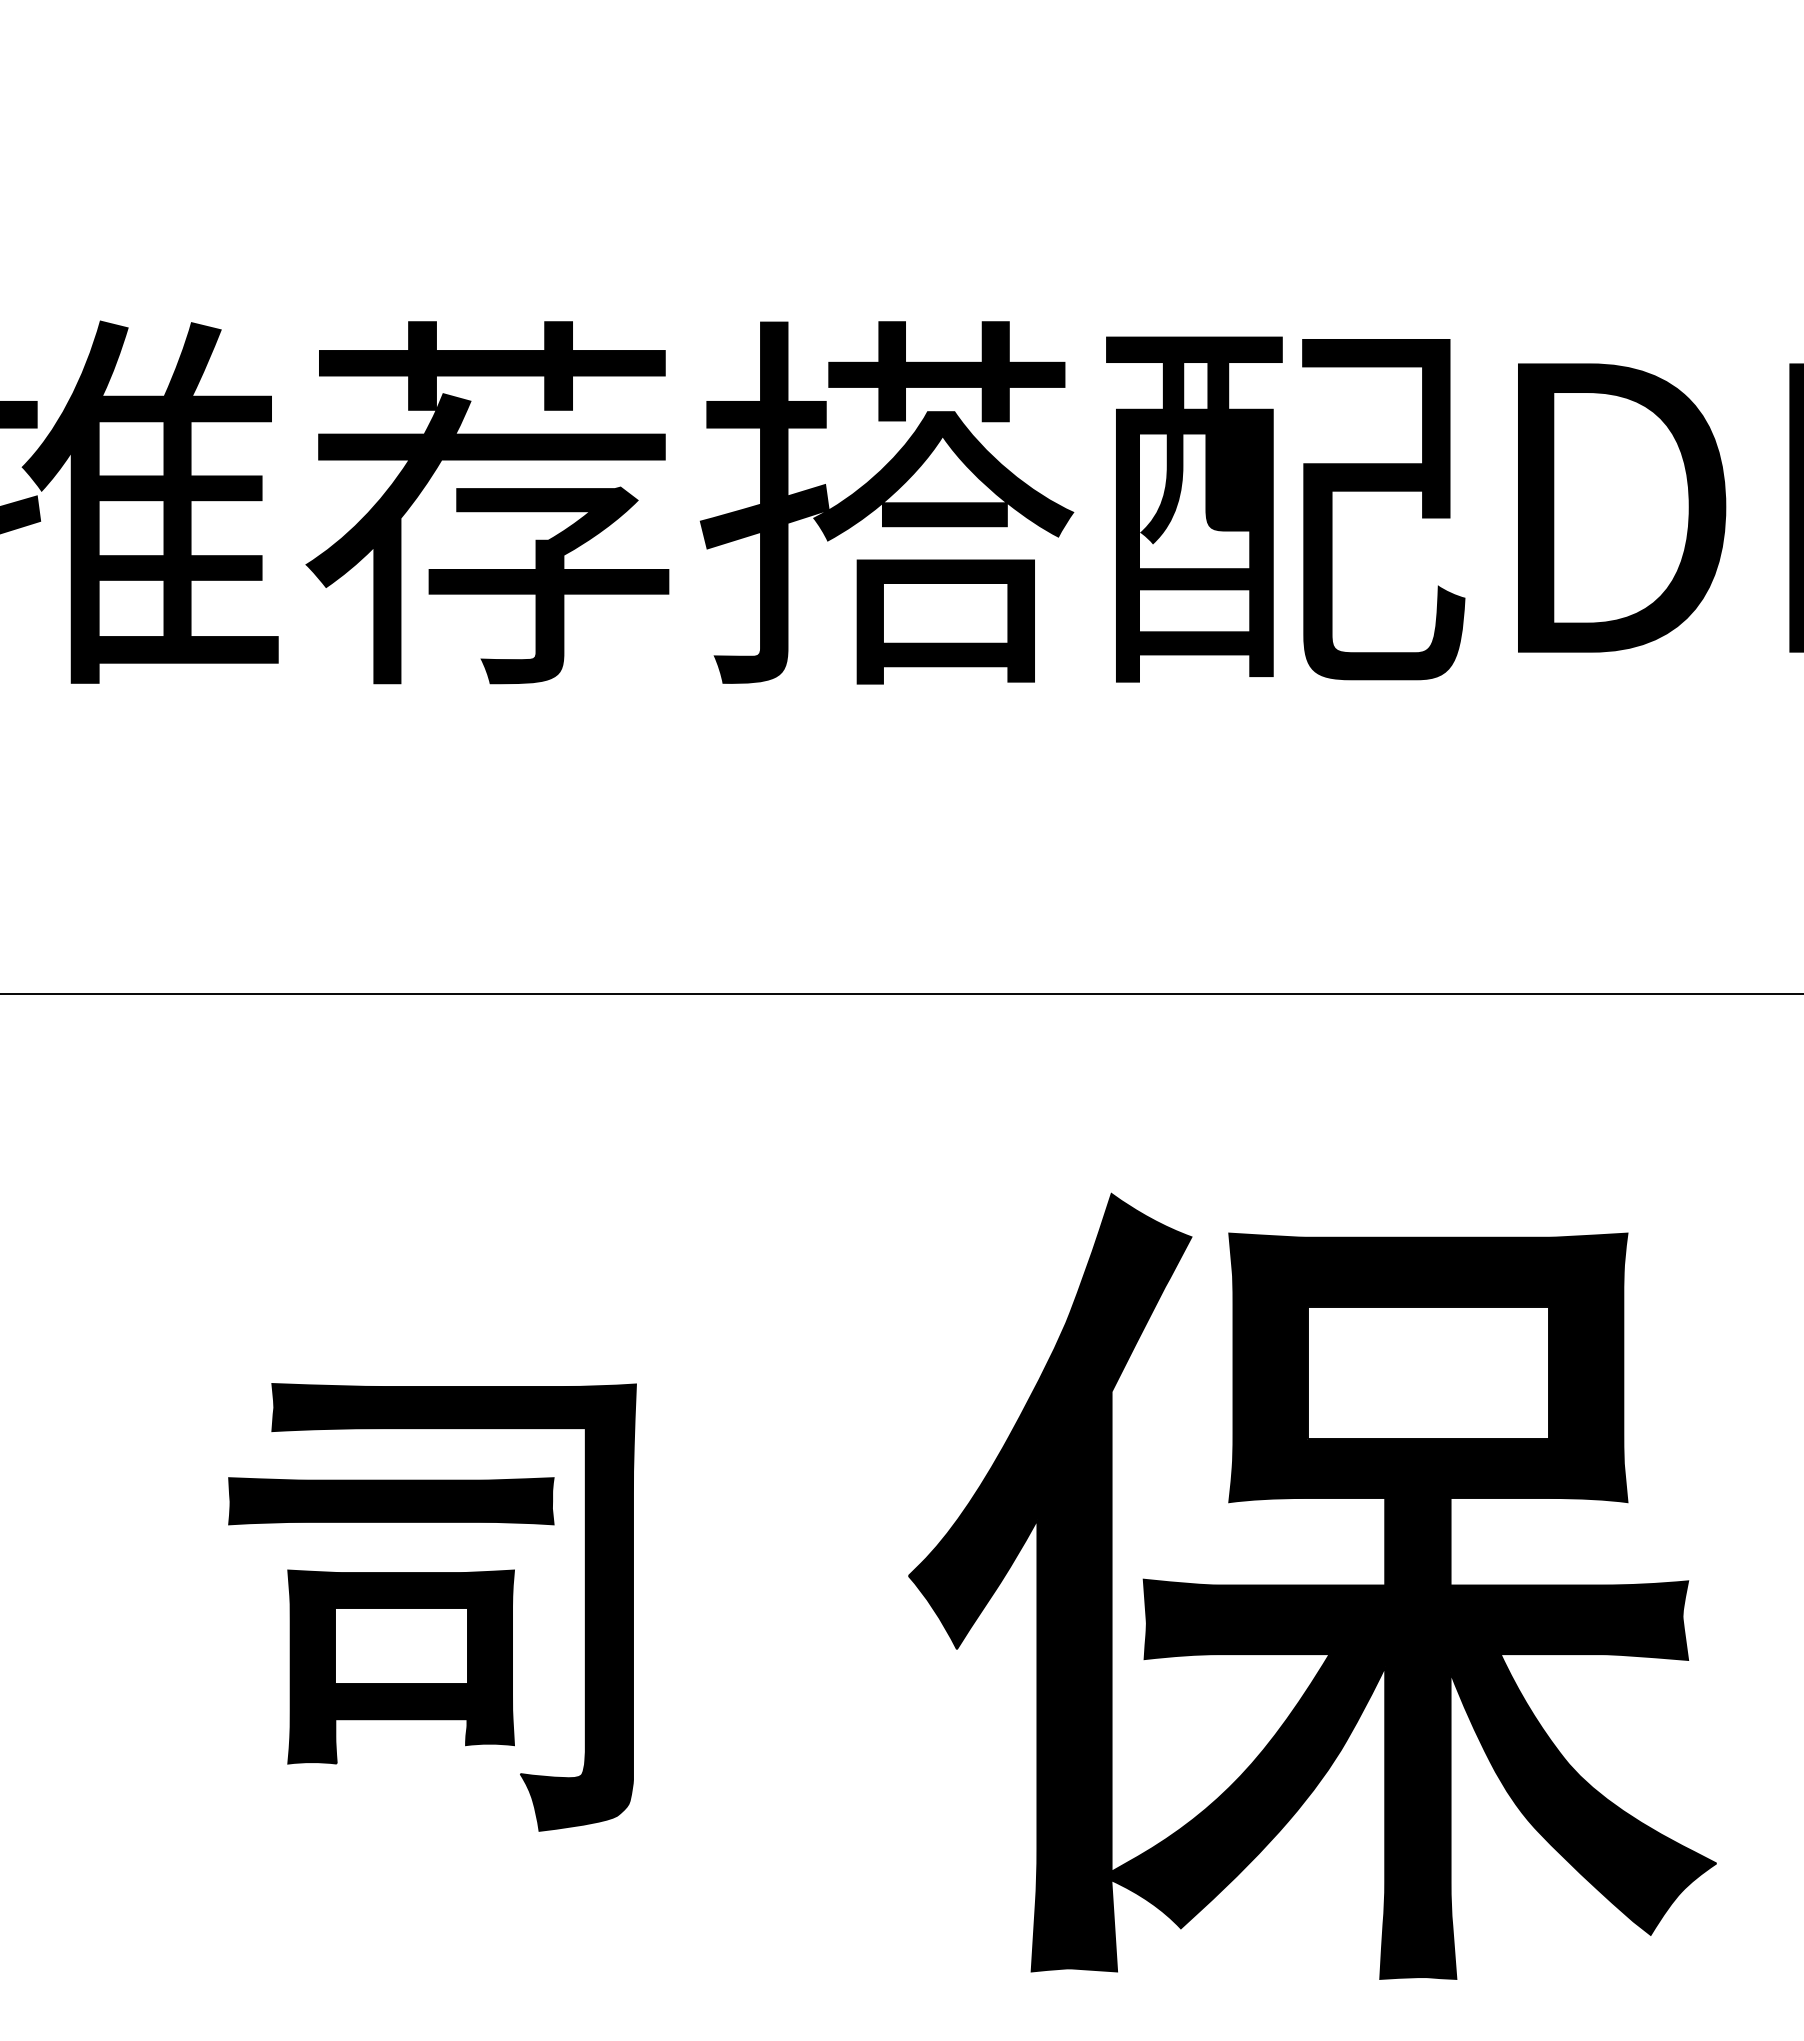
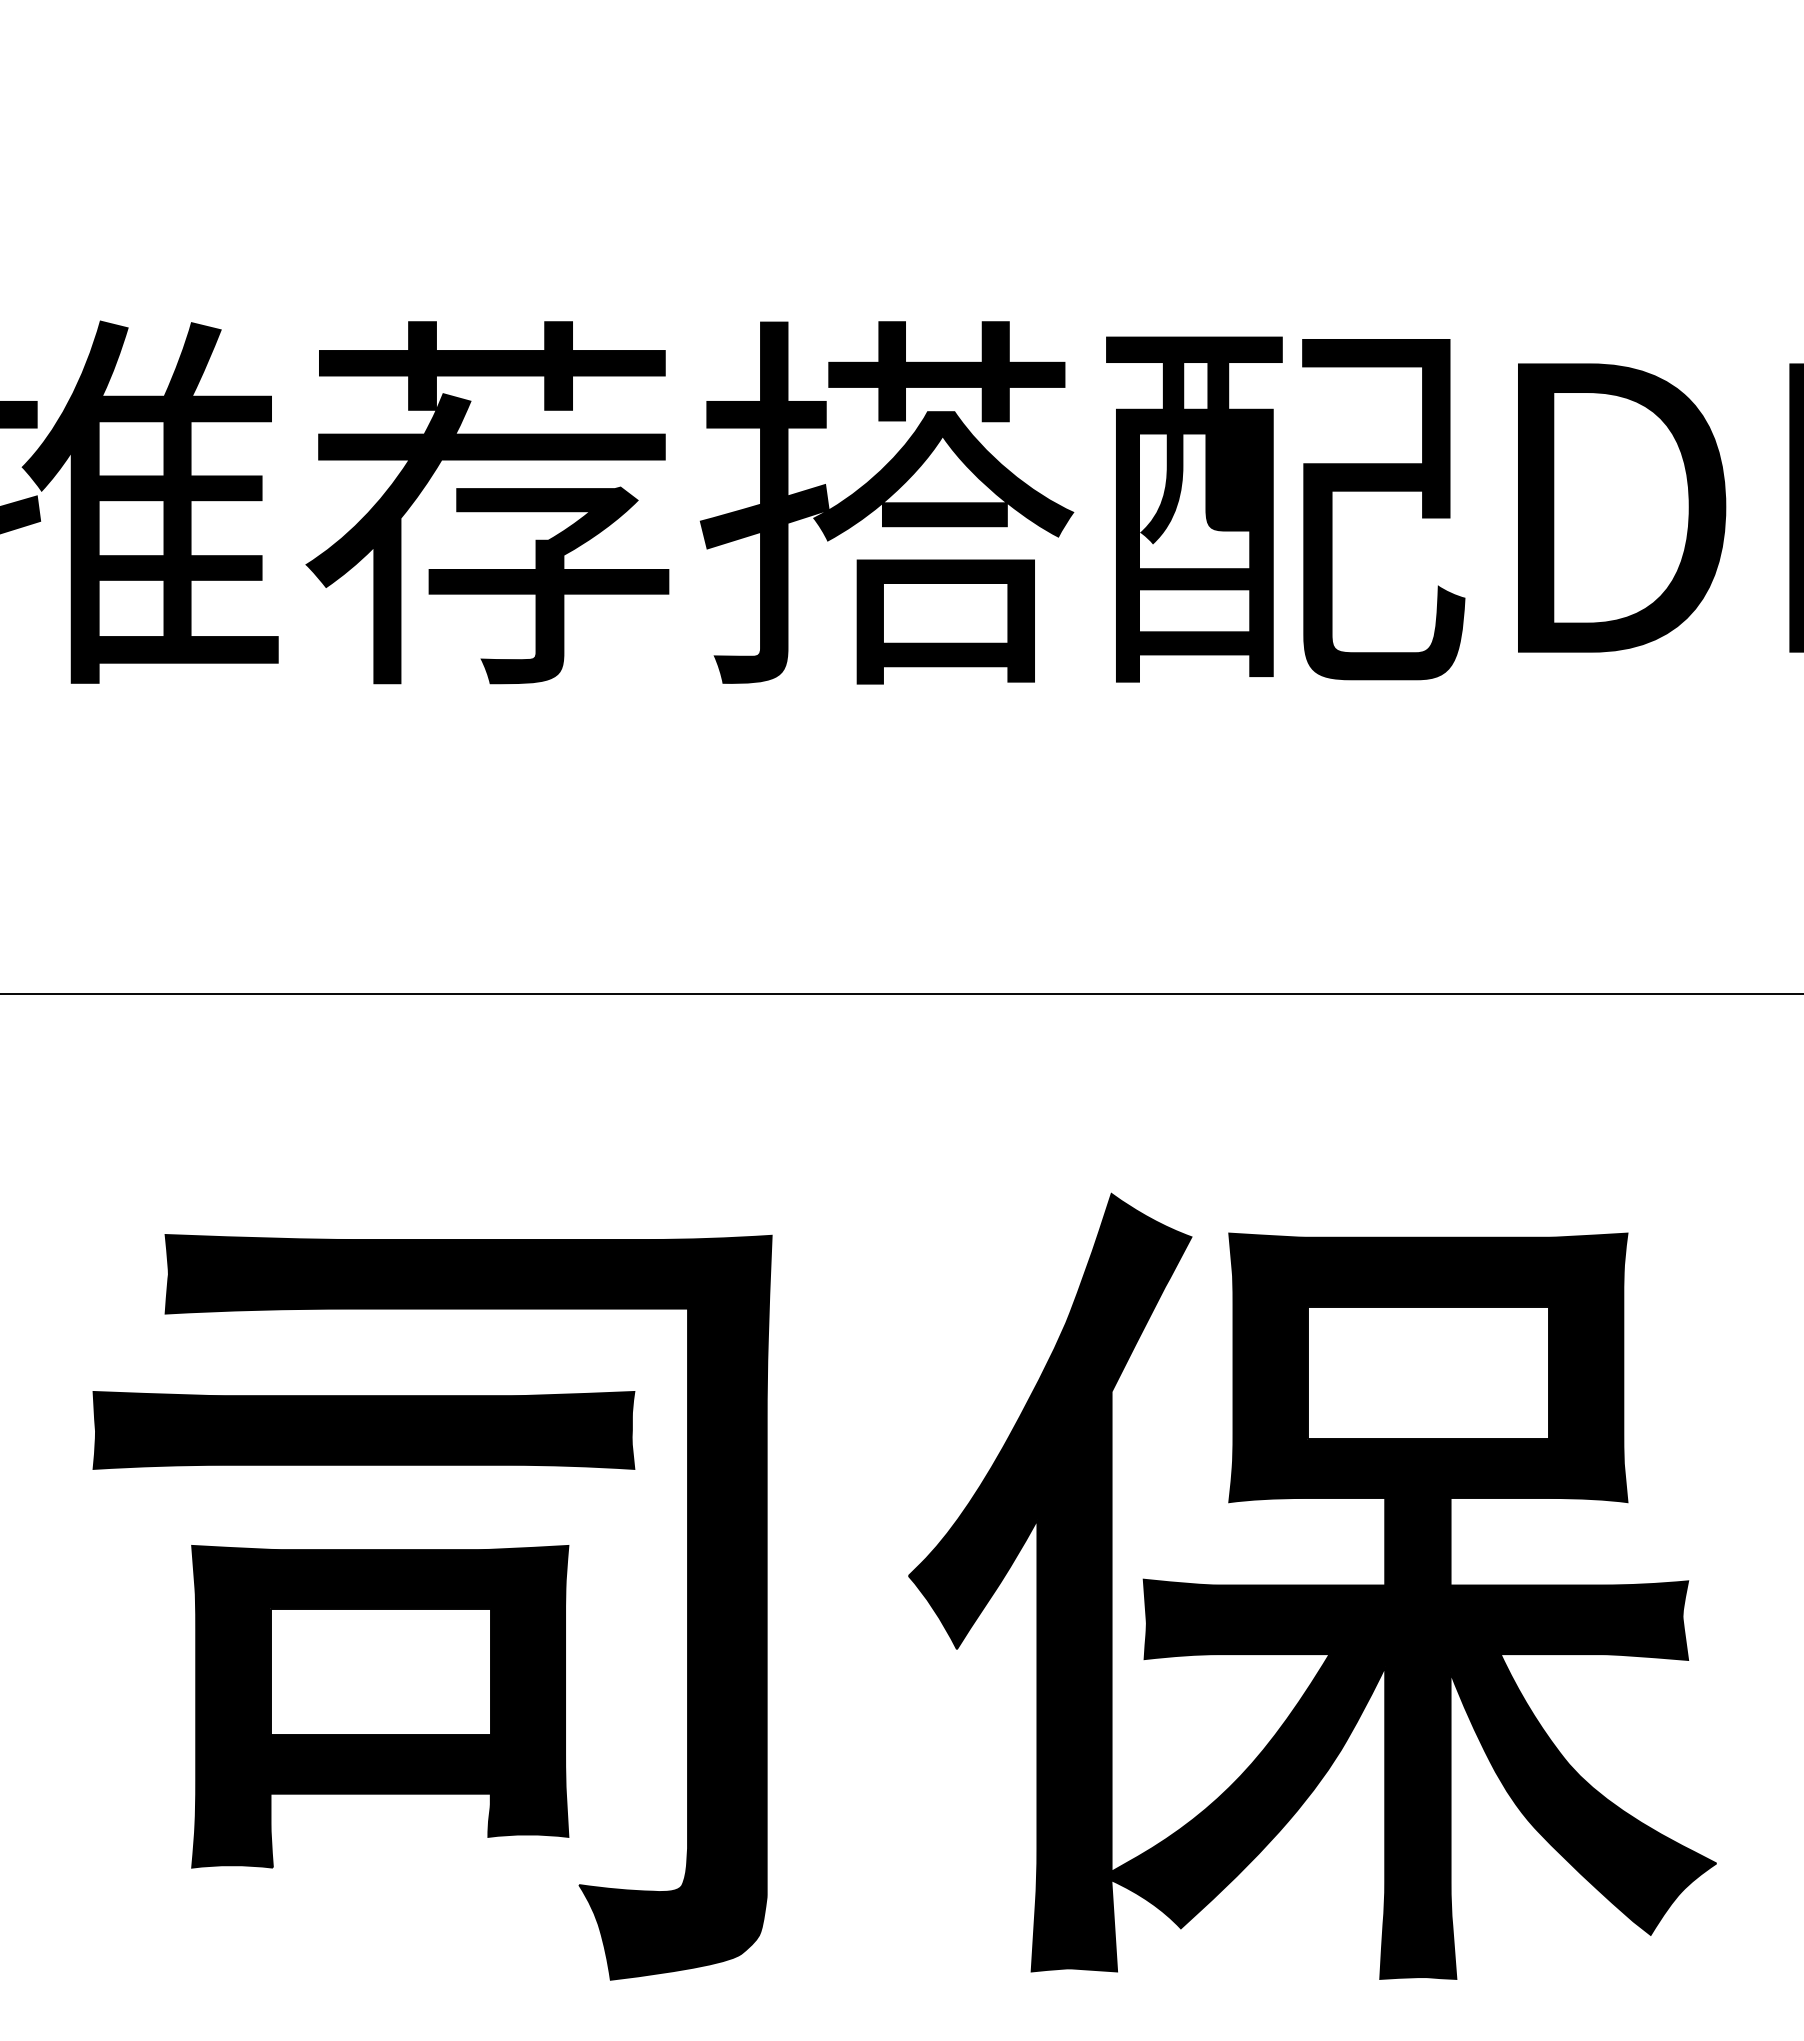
part at (432, 1607) size: 409x449 px -> 681x747 px
